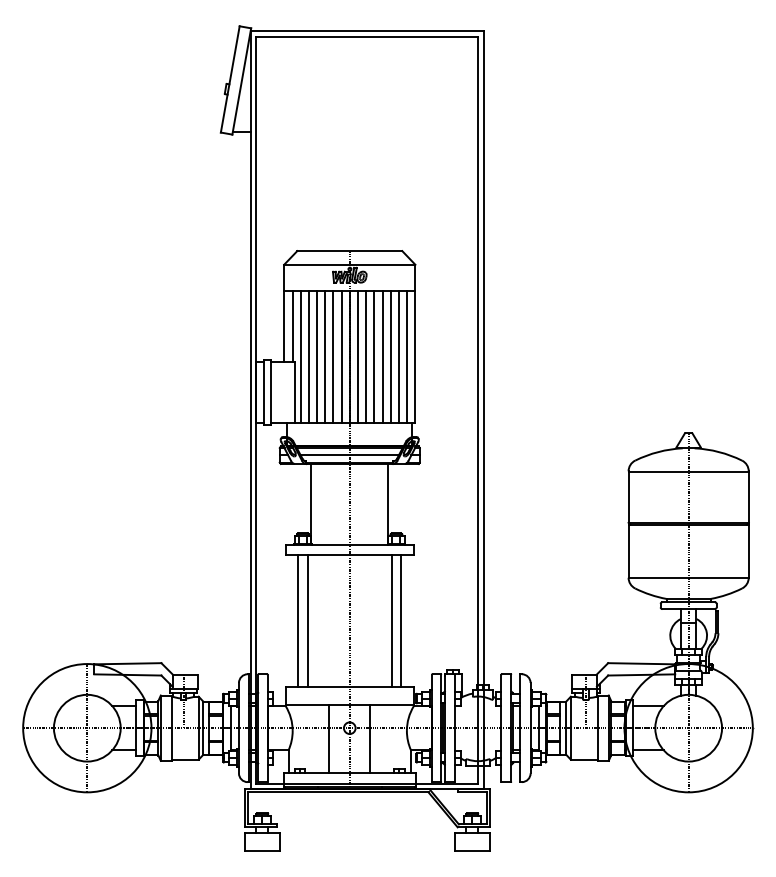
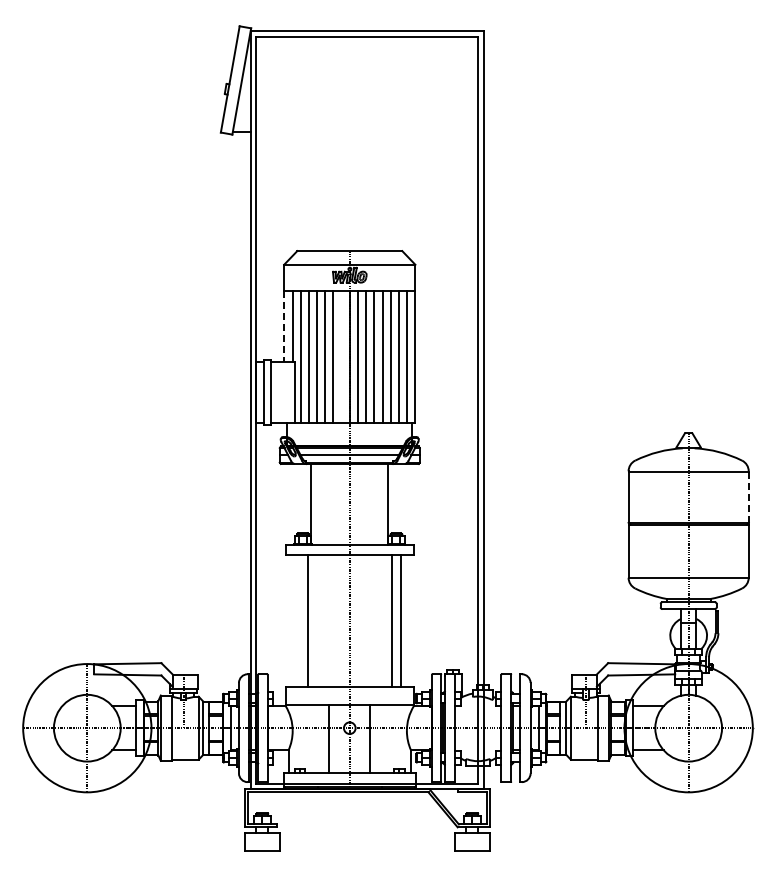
line at (284, 327): solid -> dashed
line at (341, 356): present -> none
line at (748, 497): solid -> dashed
line at (298, 621): present -> none
